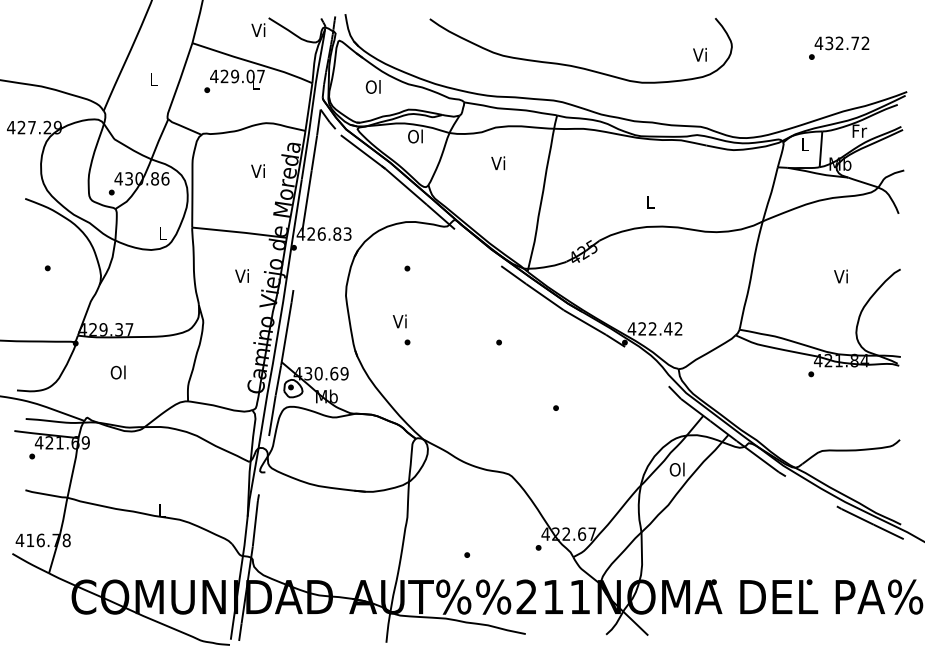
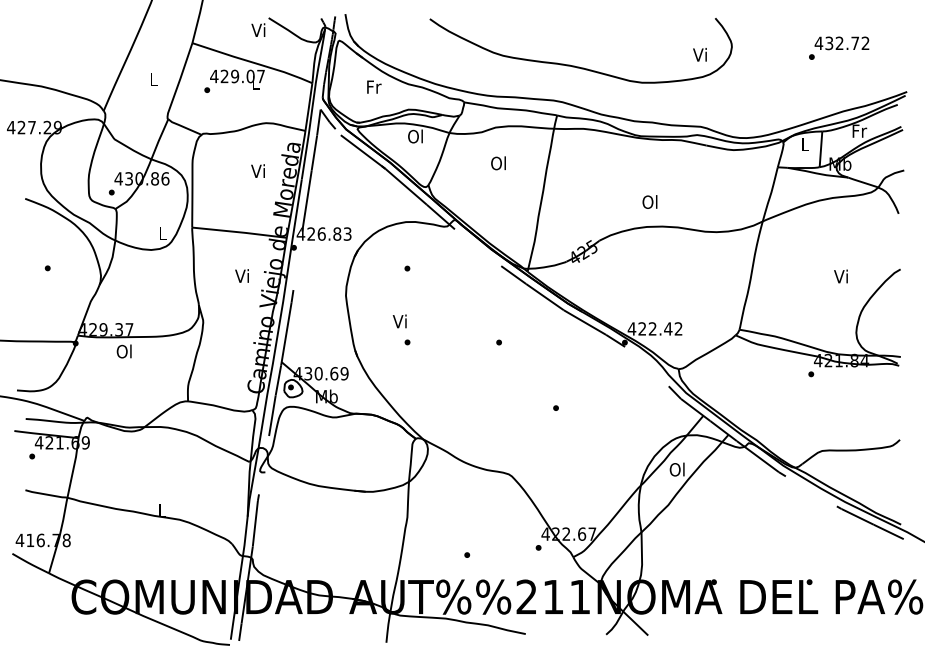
text at (373, 86): Ol -> Fr
text at (498, 163): Vi -> Ol
text at (649, 201): L -> Ol
text at (117, 372) position: (117, 372) -> (123, 351)
